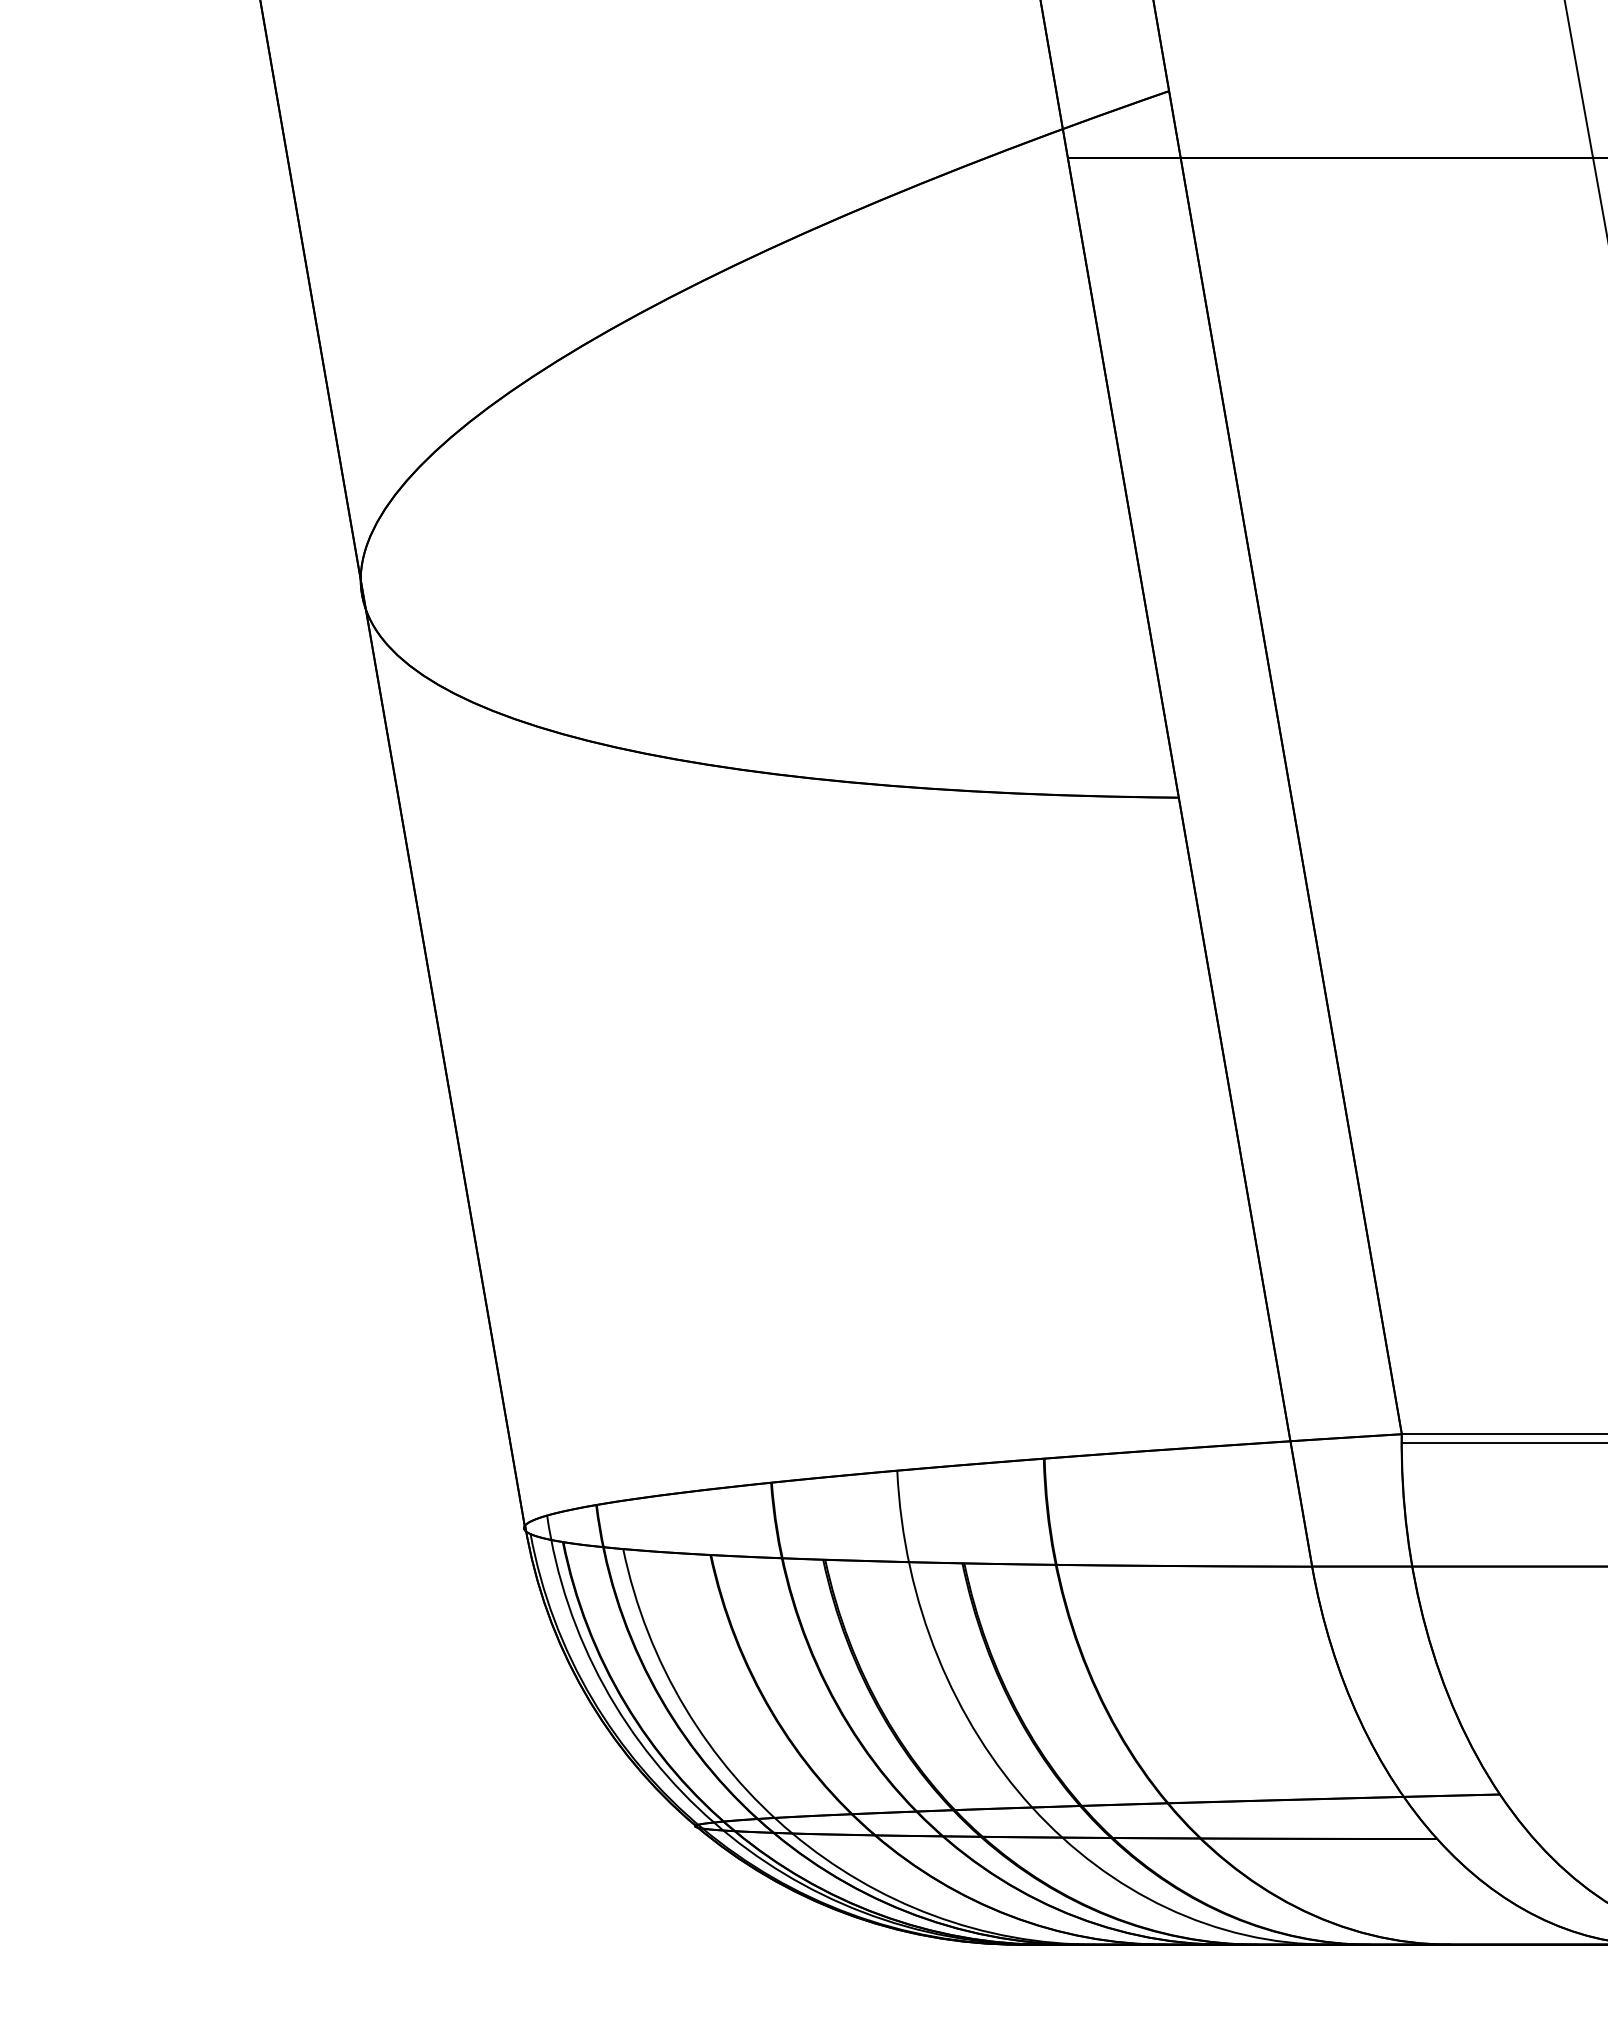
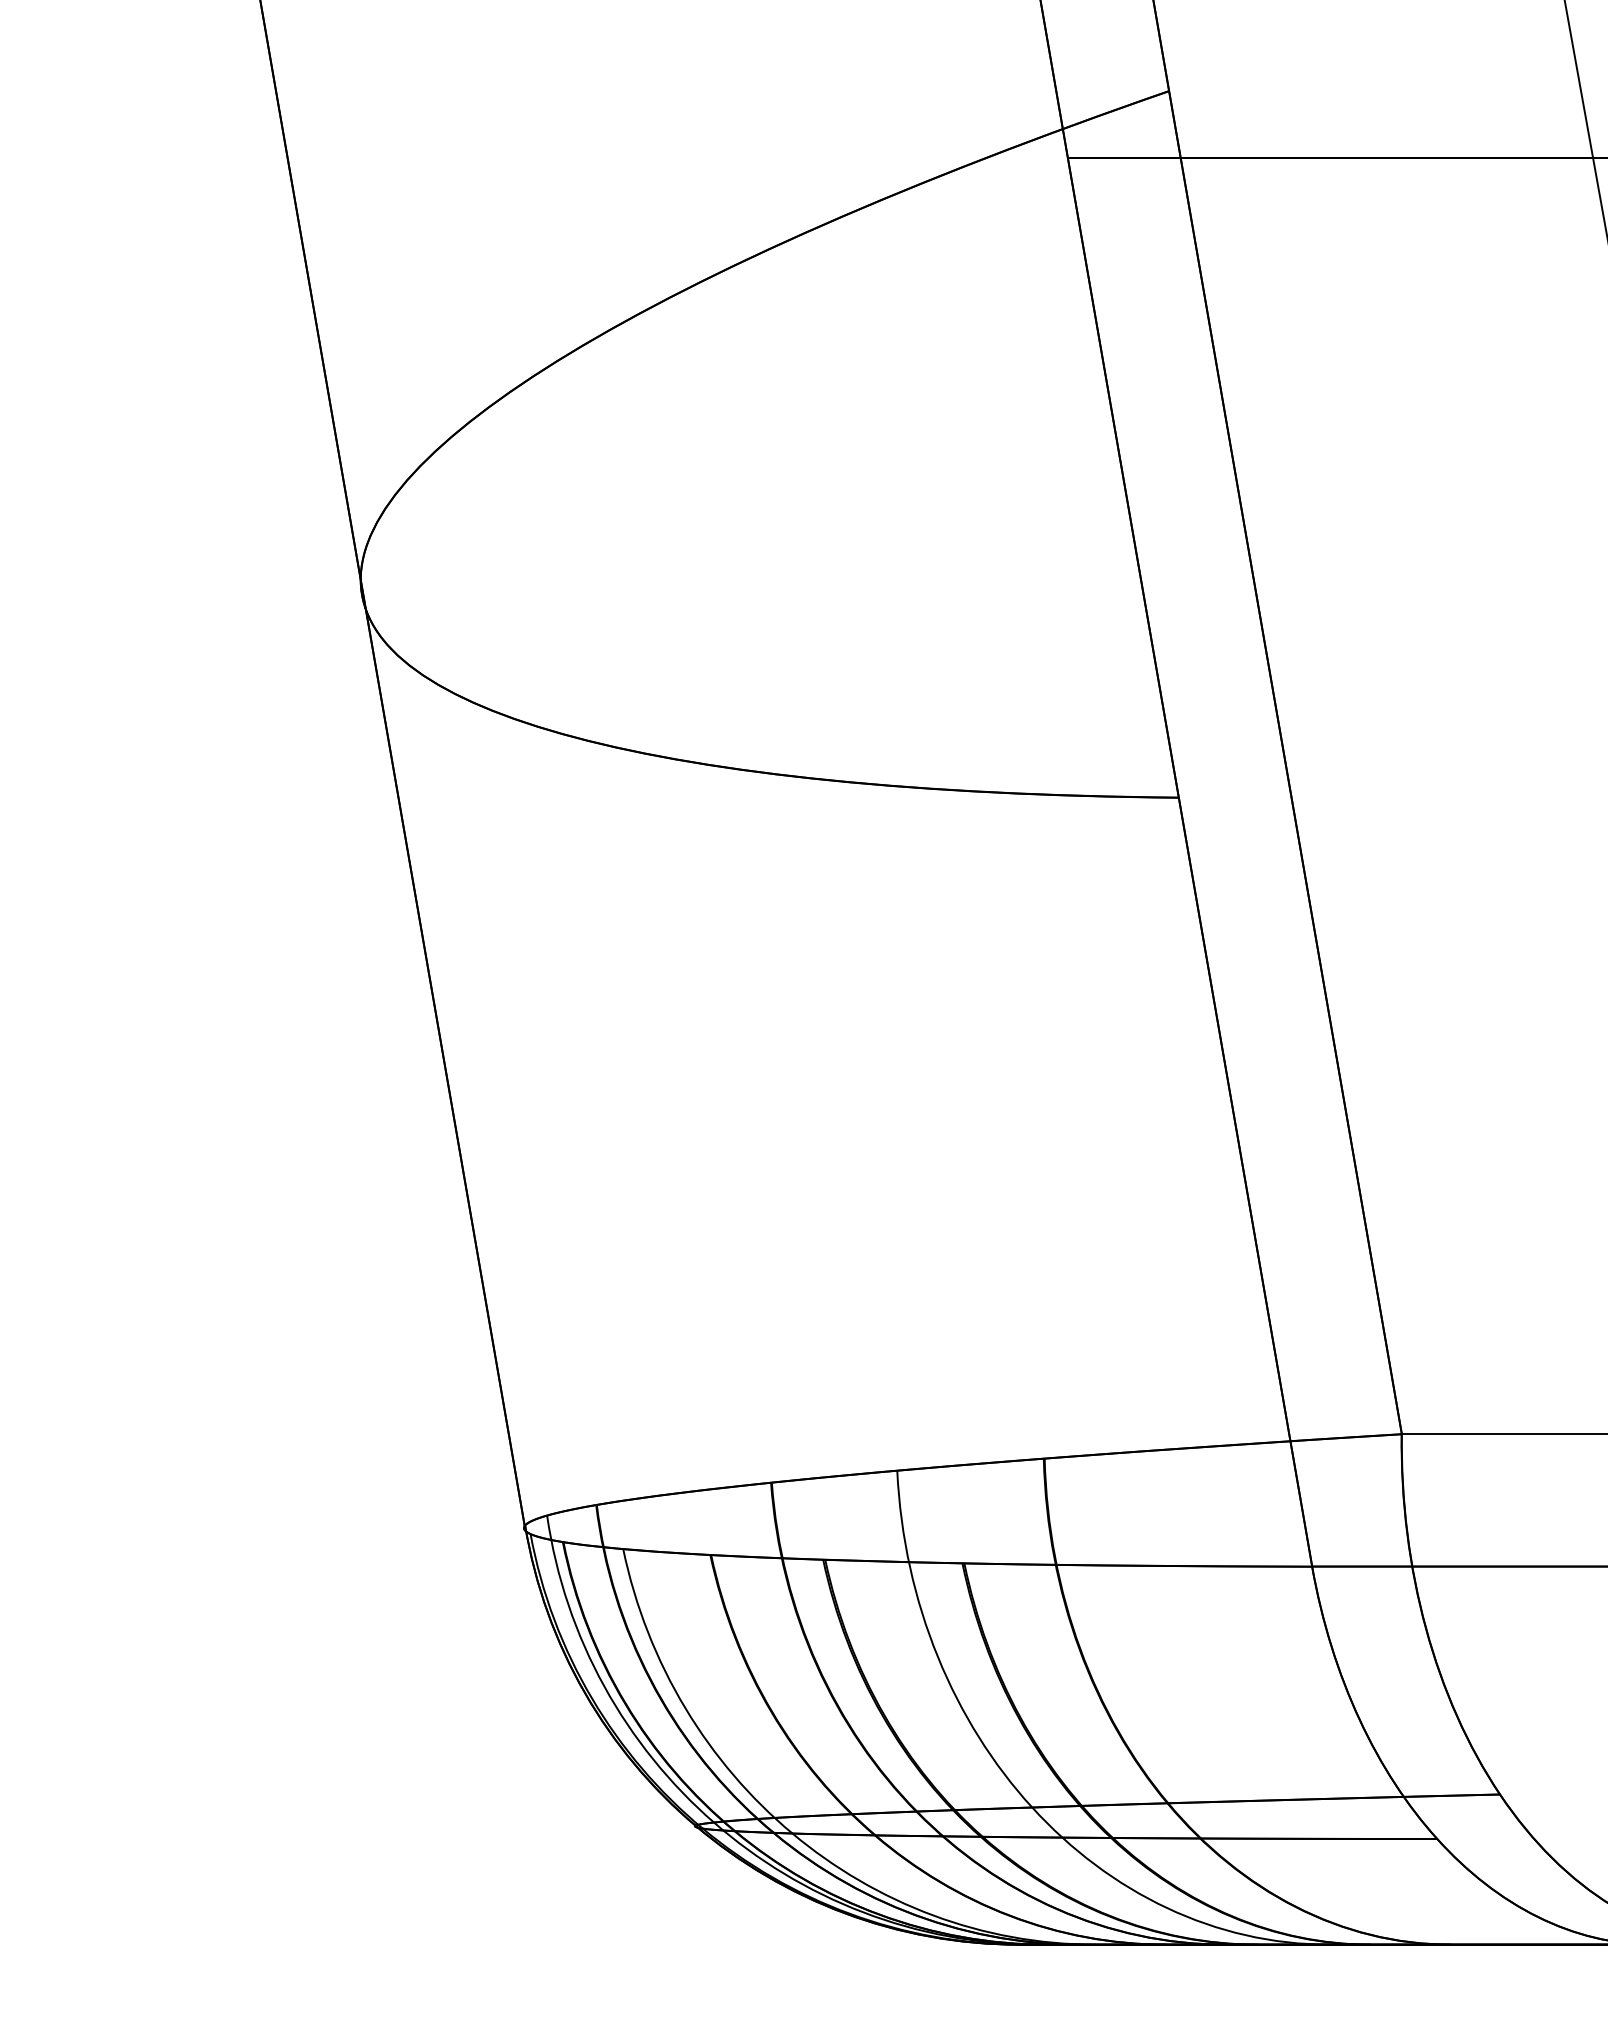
line at (1502, 1442): present -> none
